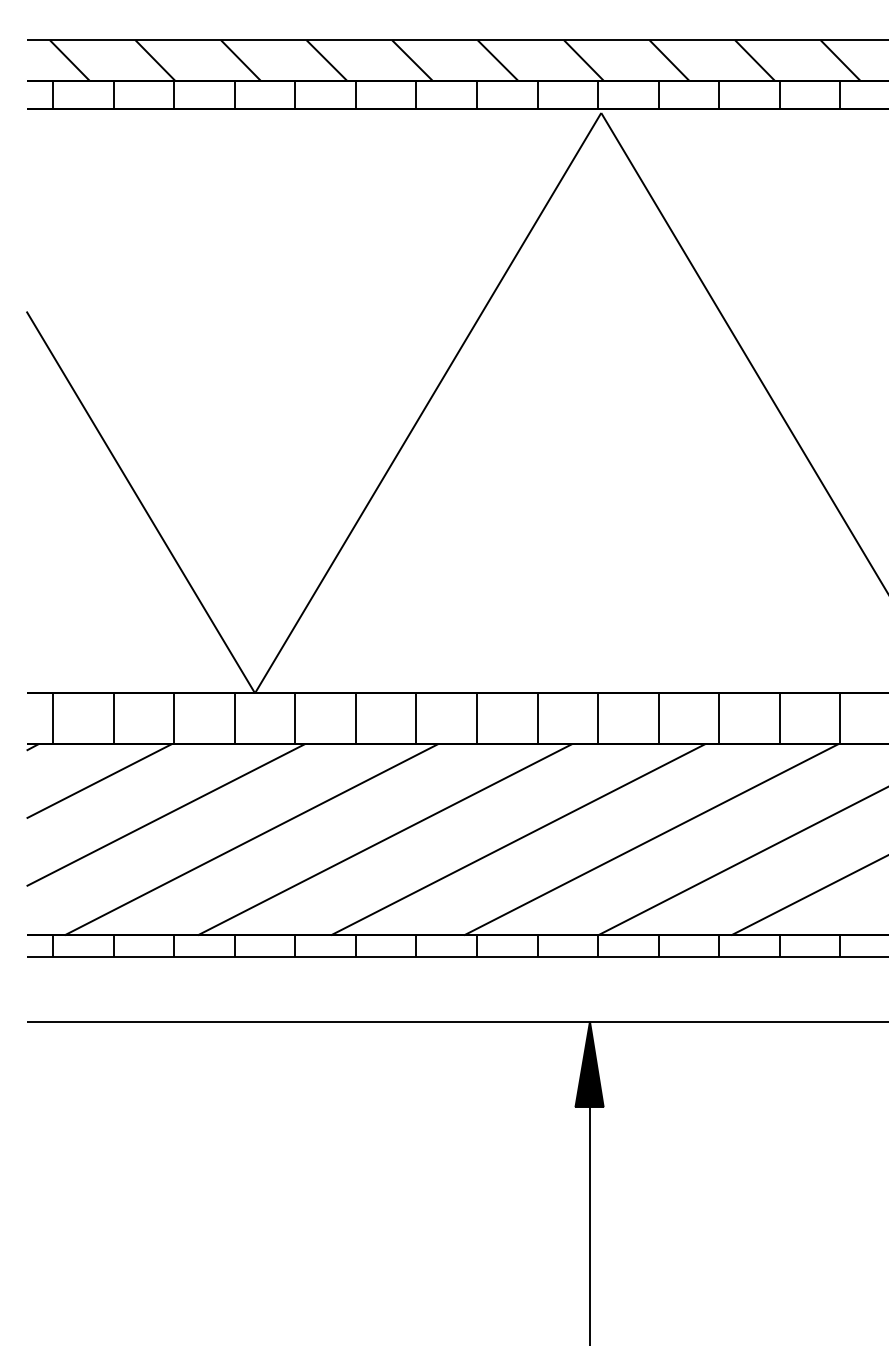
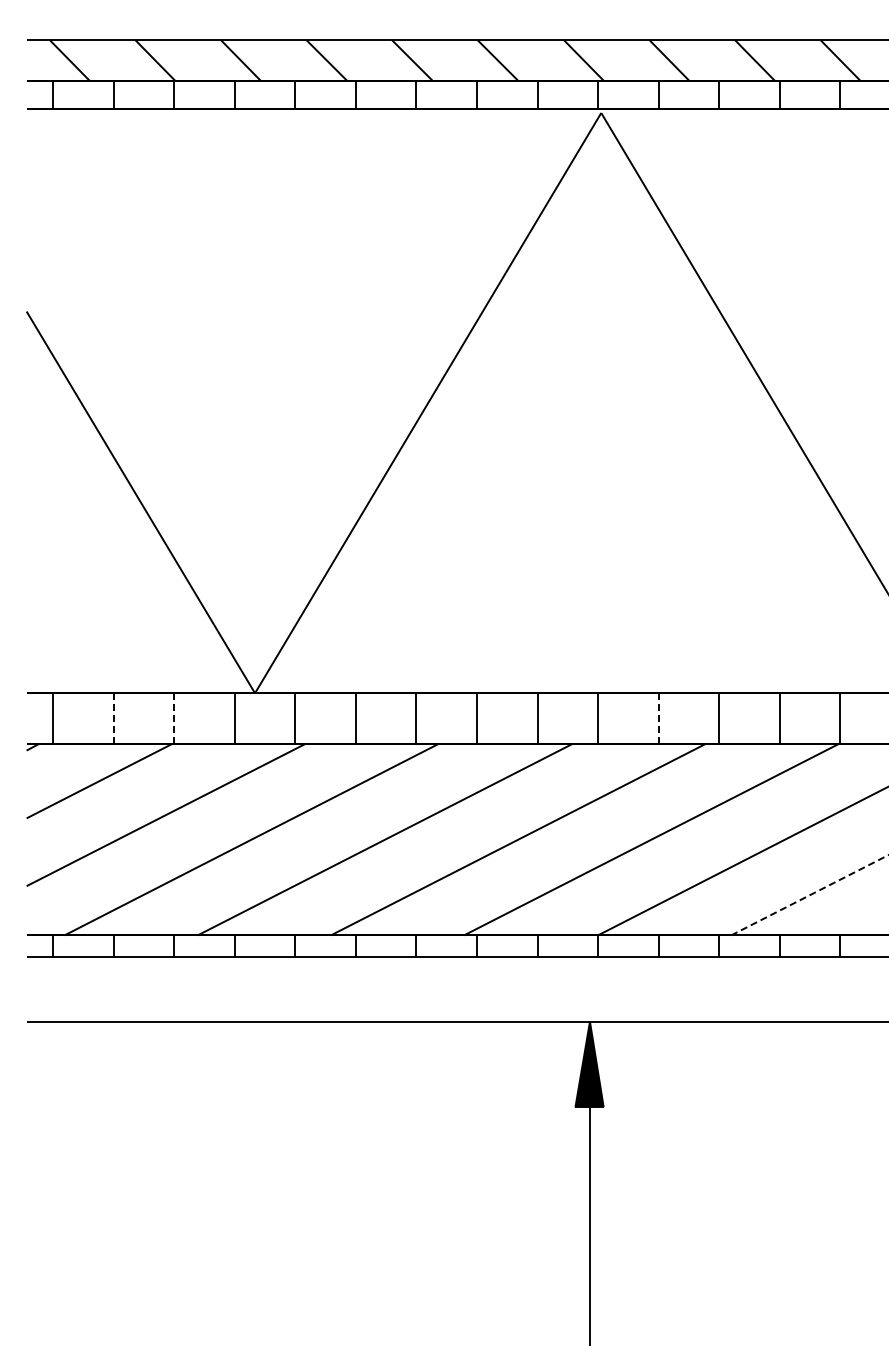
line at (113, 719): solid -> dashed
line at (174, 719): solid -> dashed
line at (658, 719): solid -> dashed
line at (810, 895): solid -> dashed
